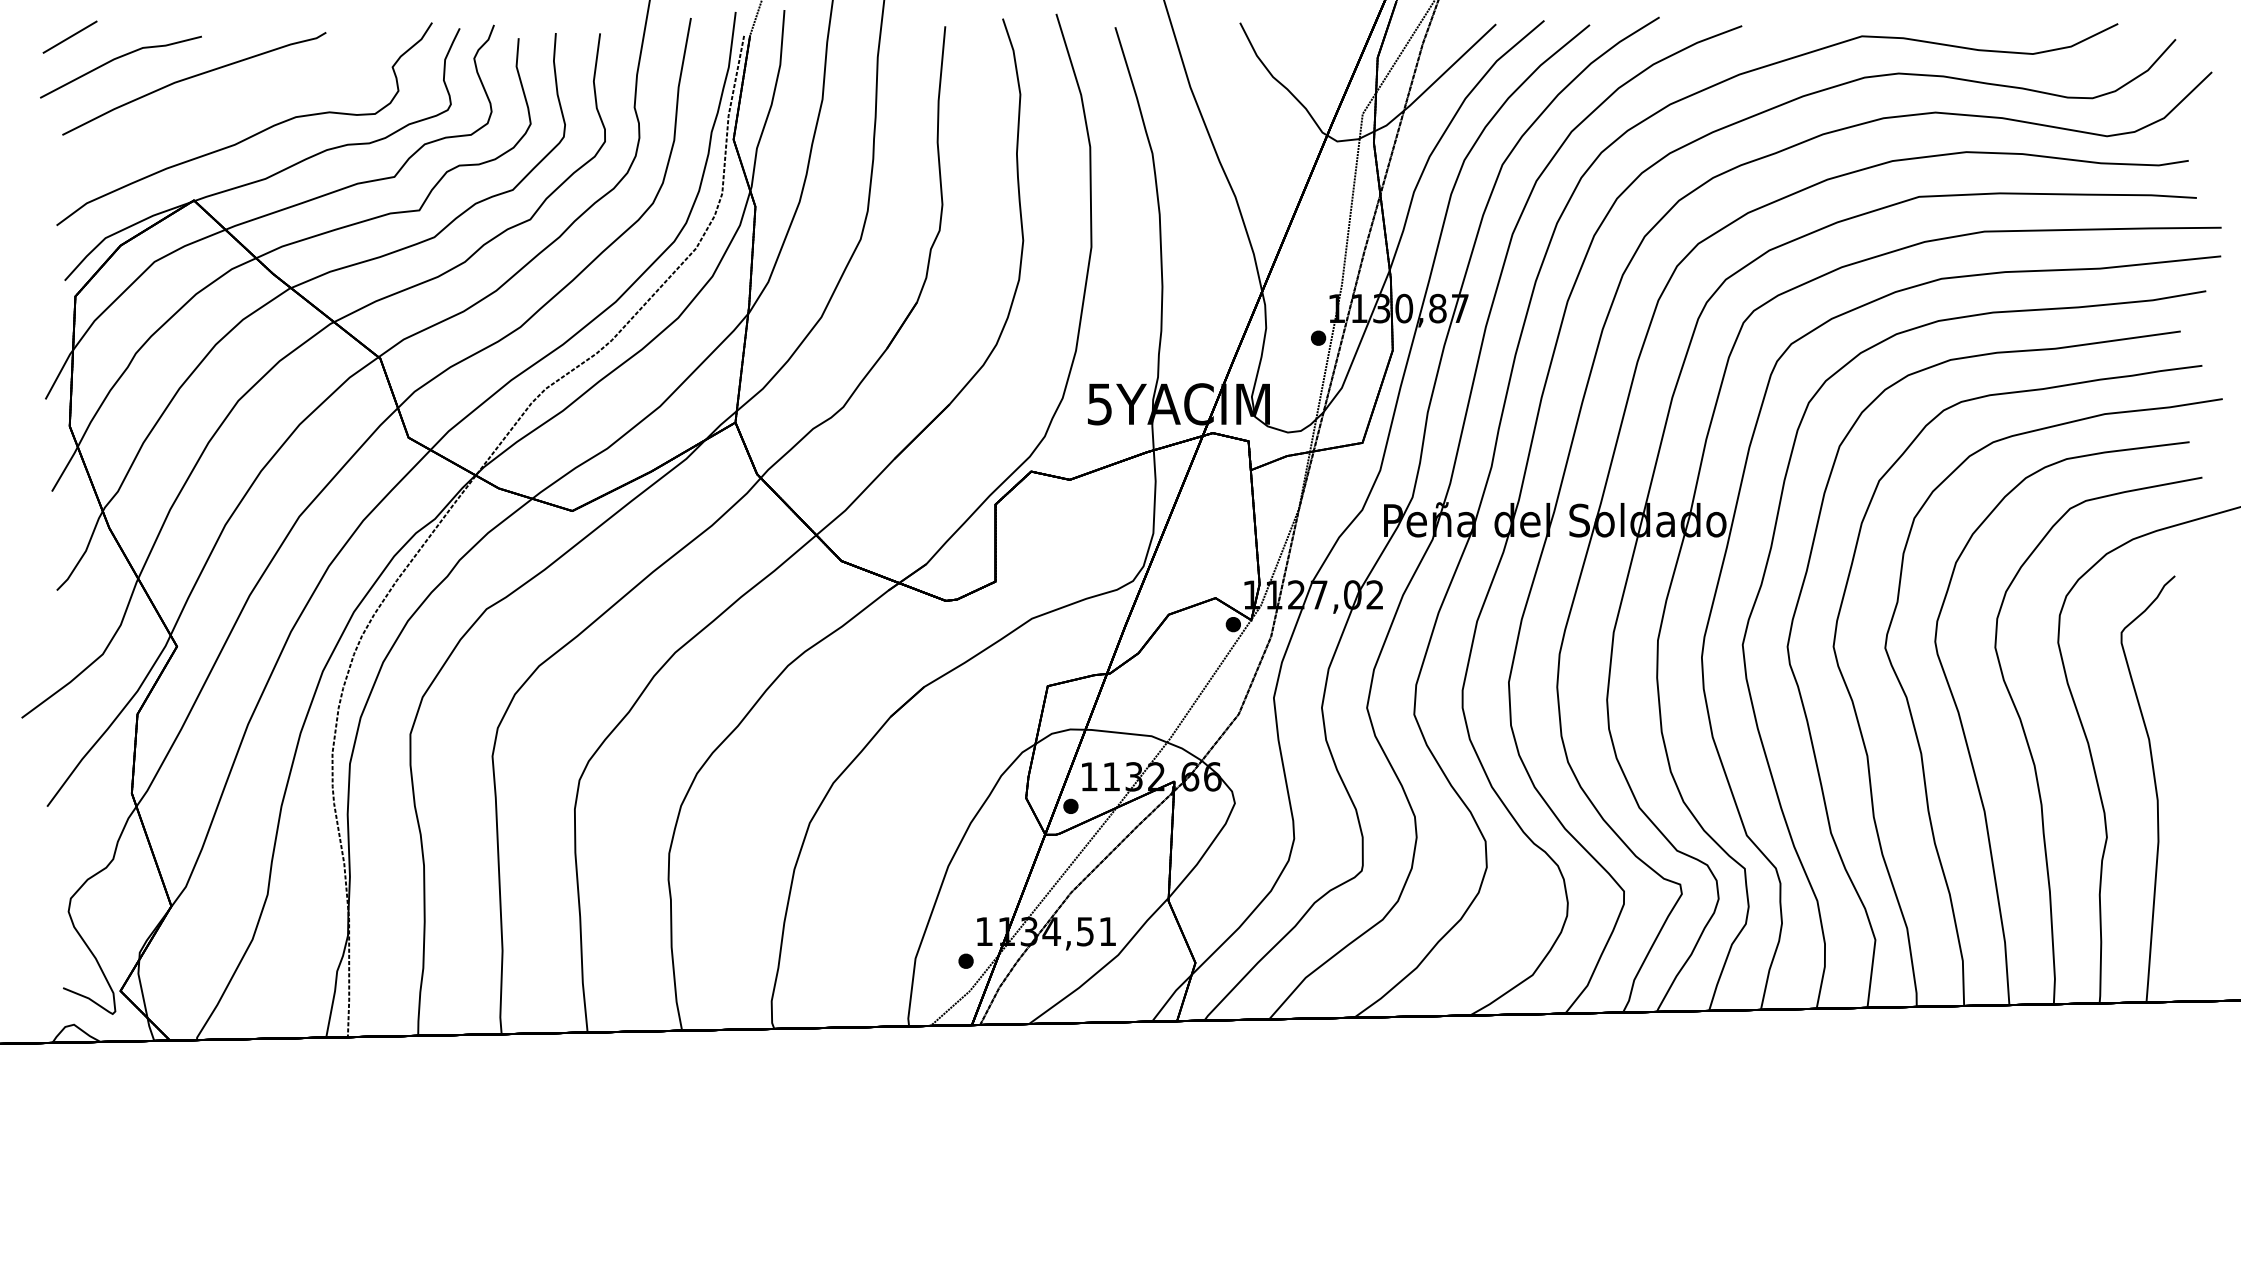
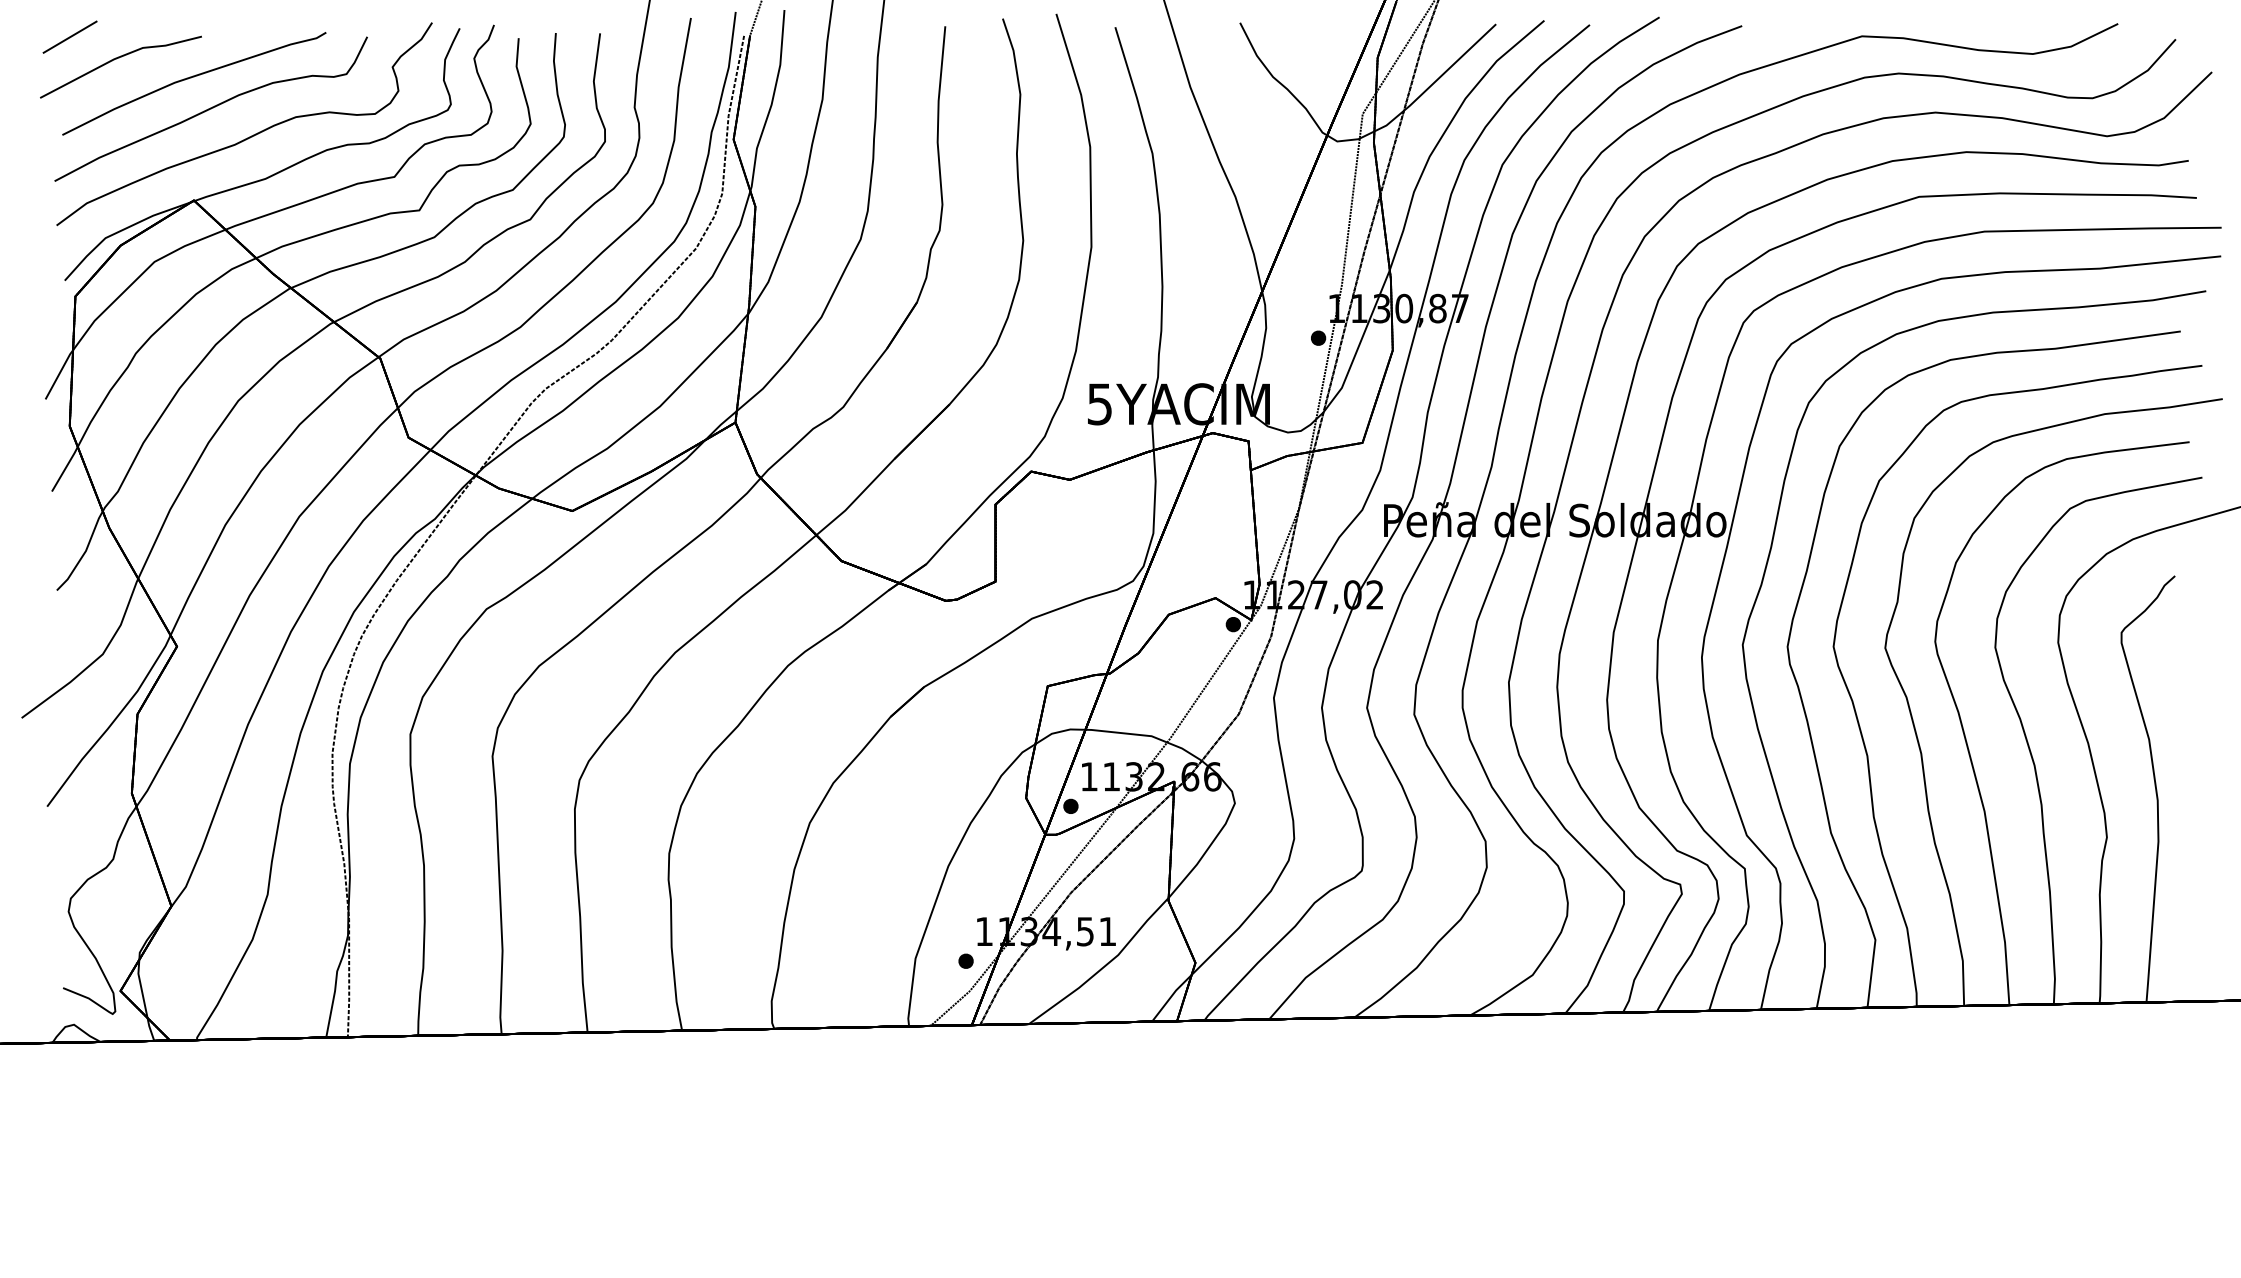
part at (210, 108): none -> present
